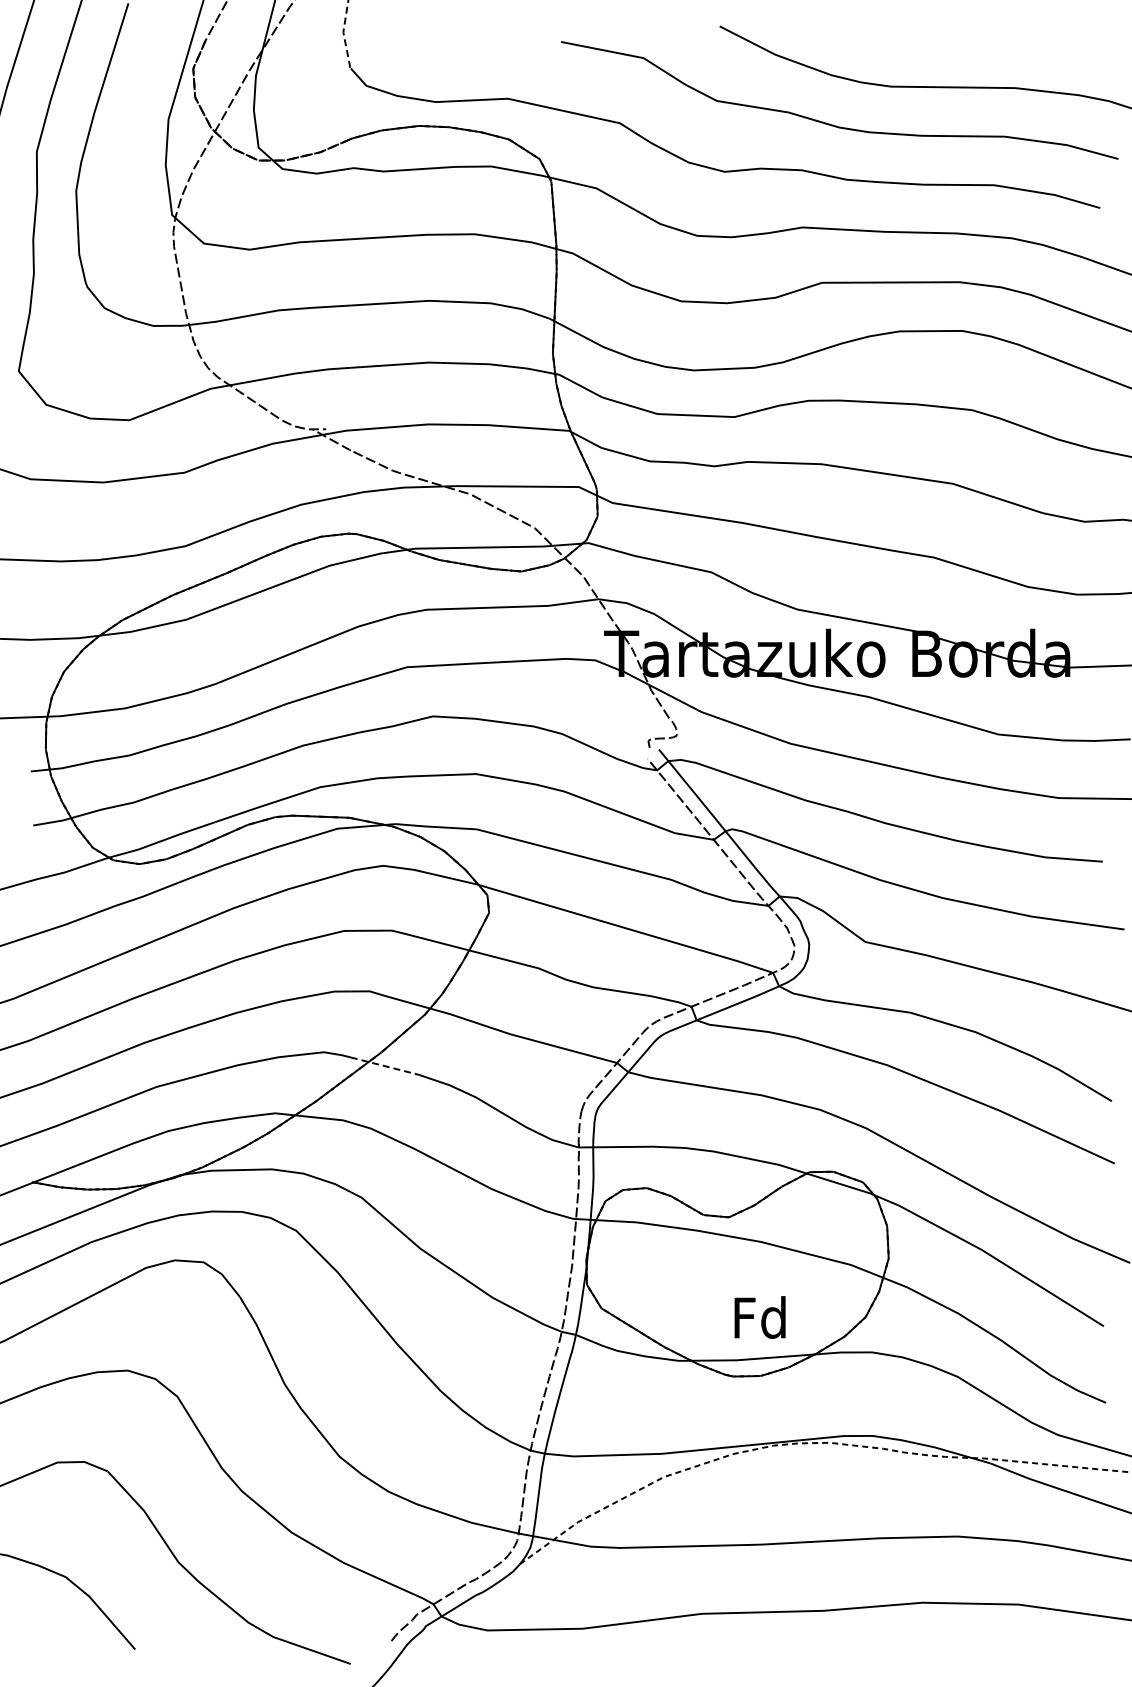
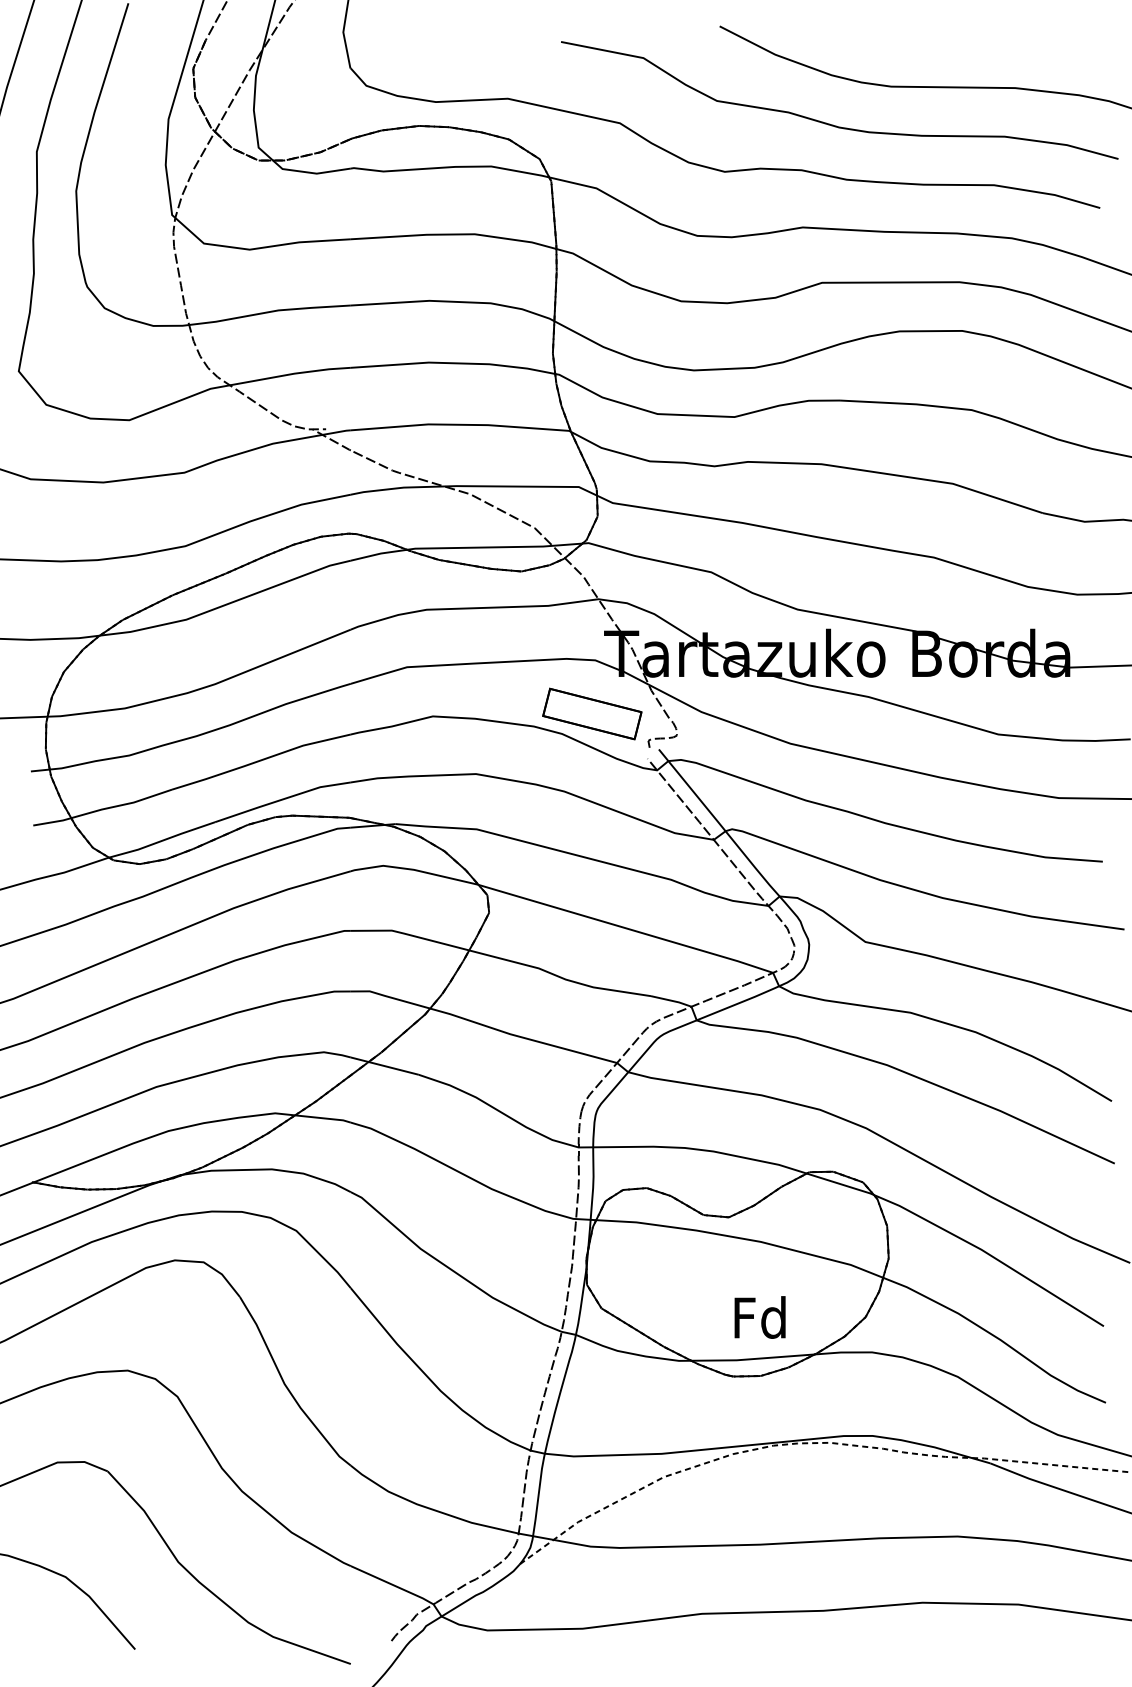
line at (343, 35): dashed -> solid
part at (592, 713): none -> present
line at (385, 1066): dashed -> solid
